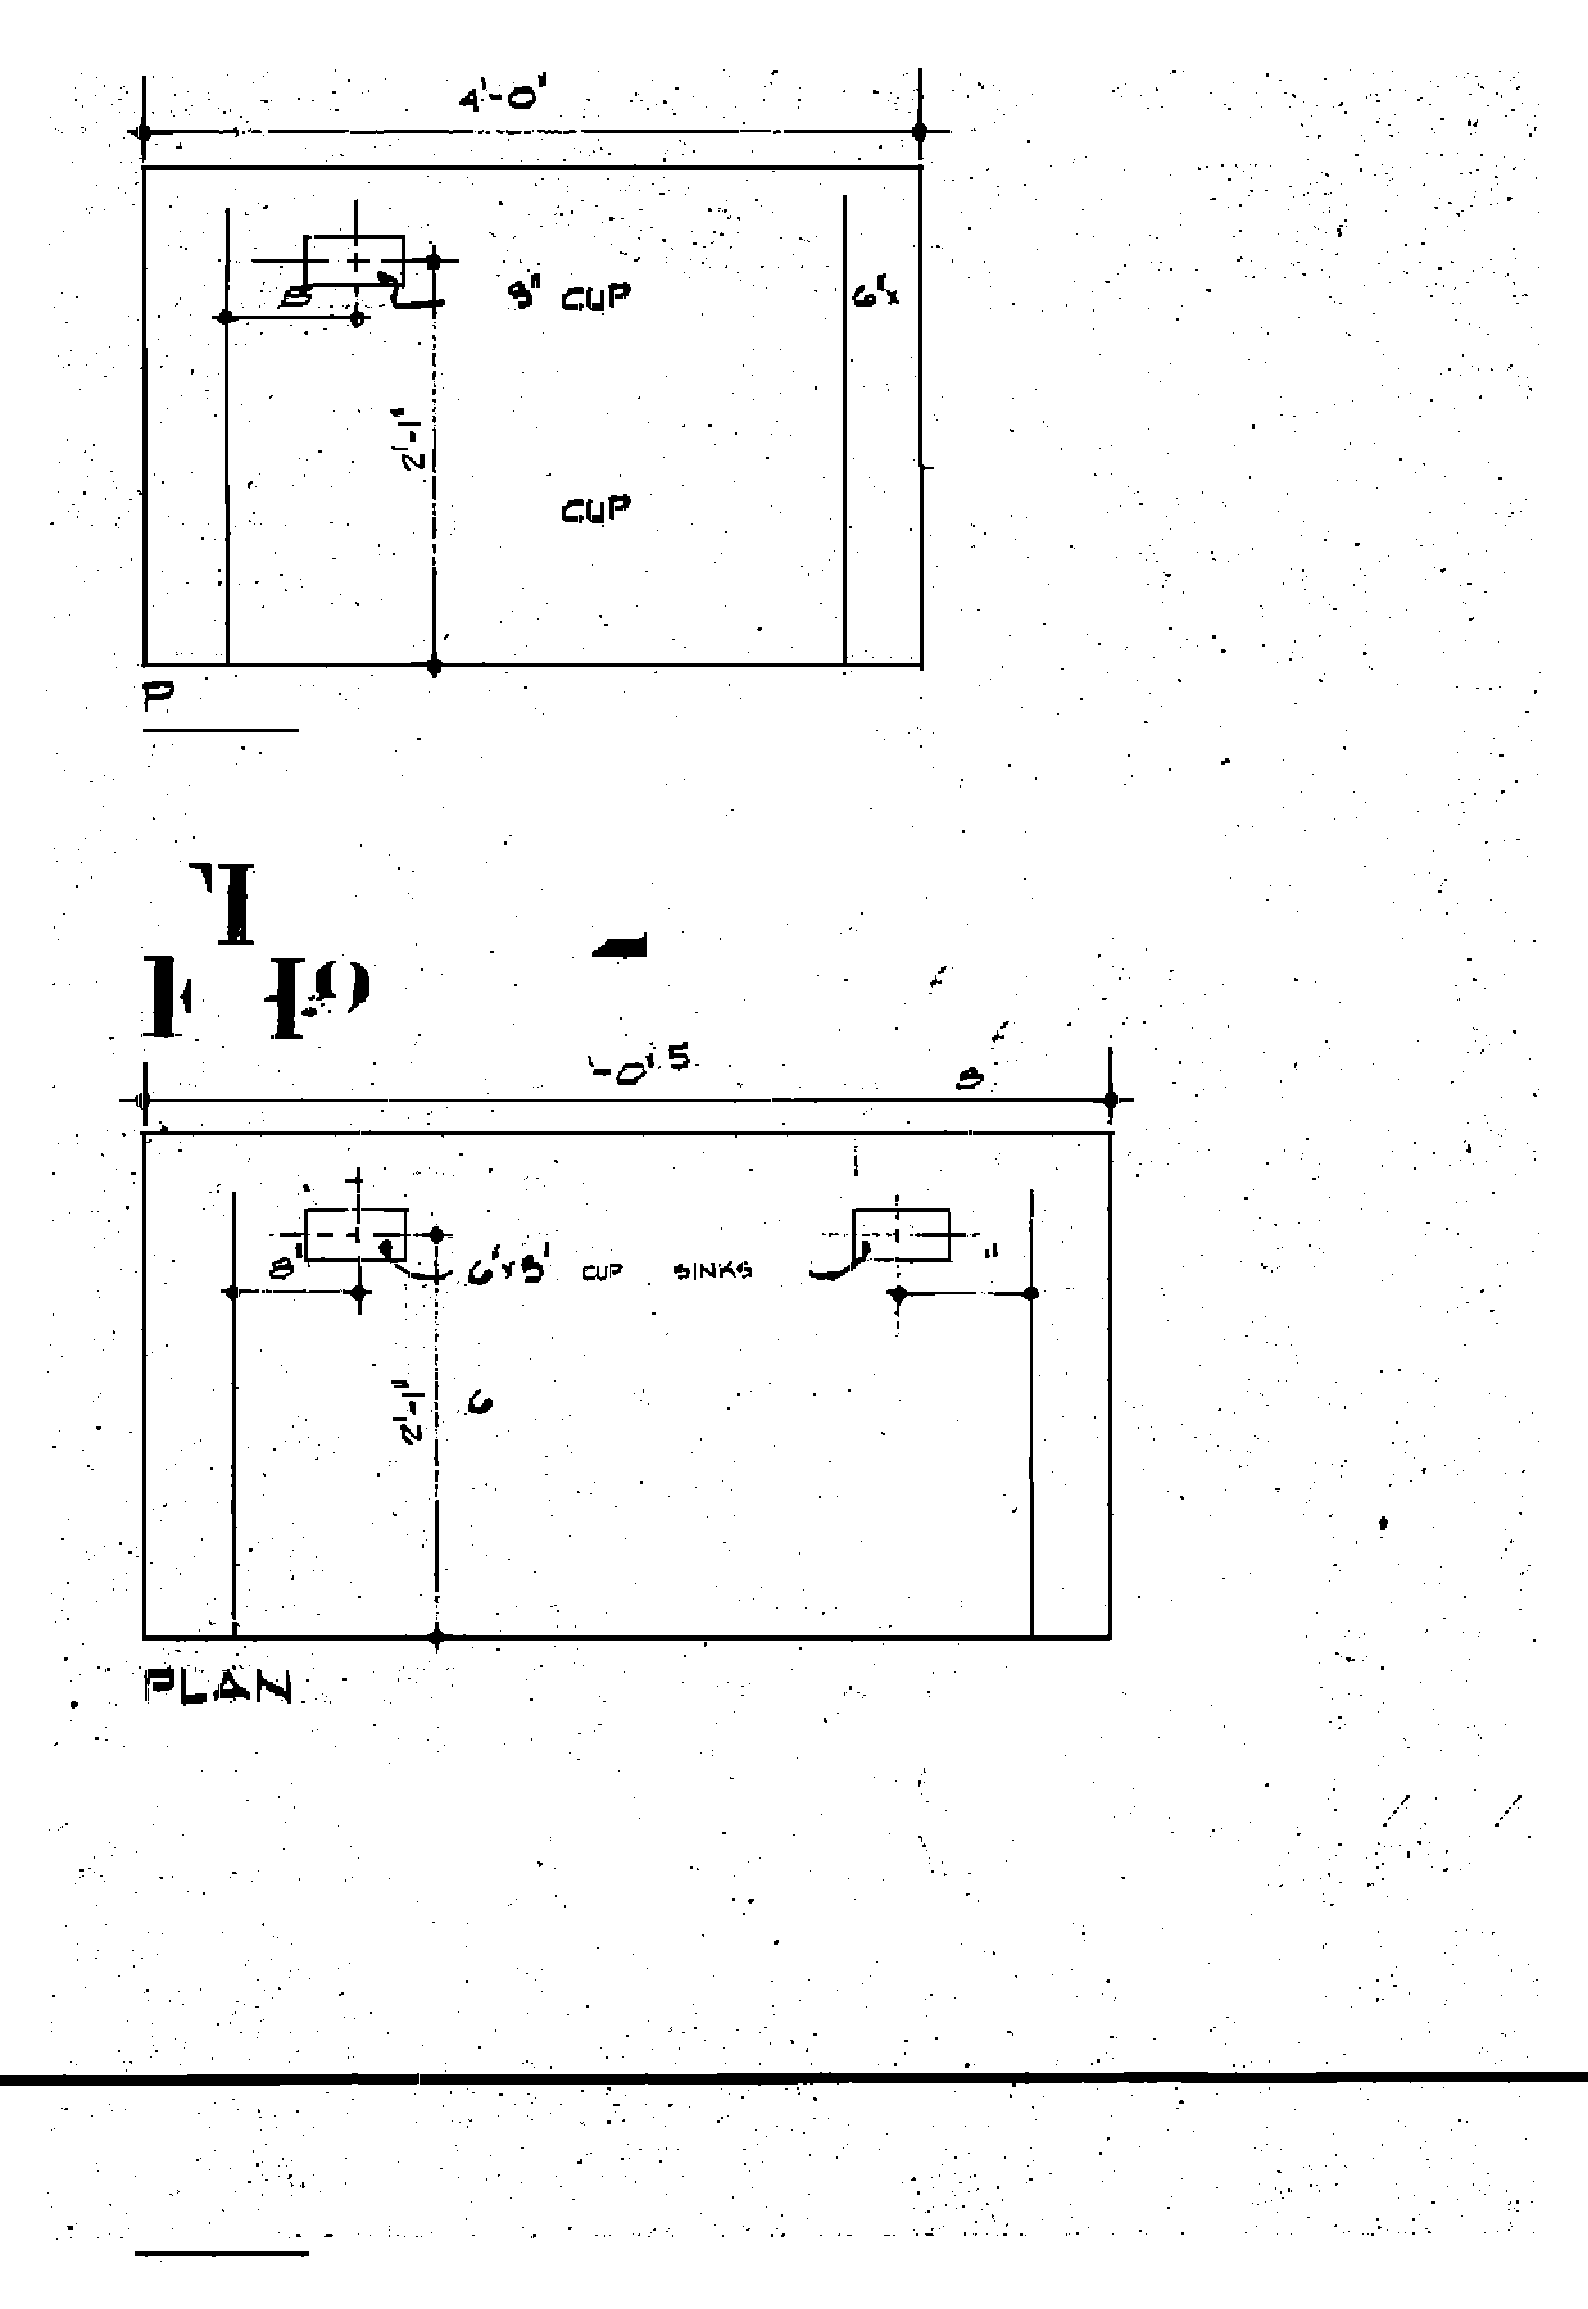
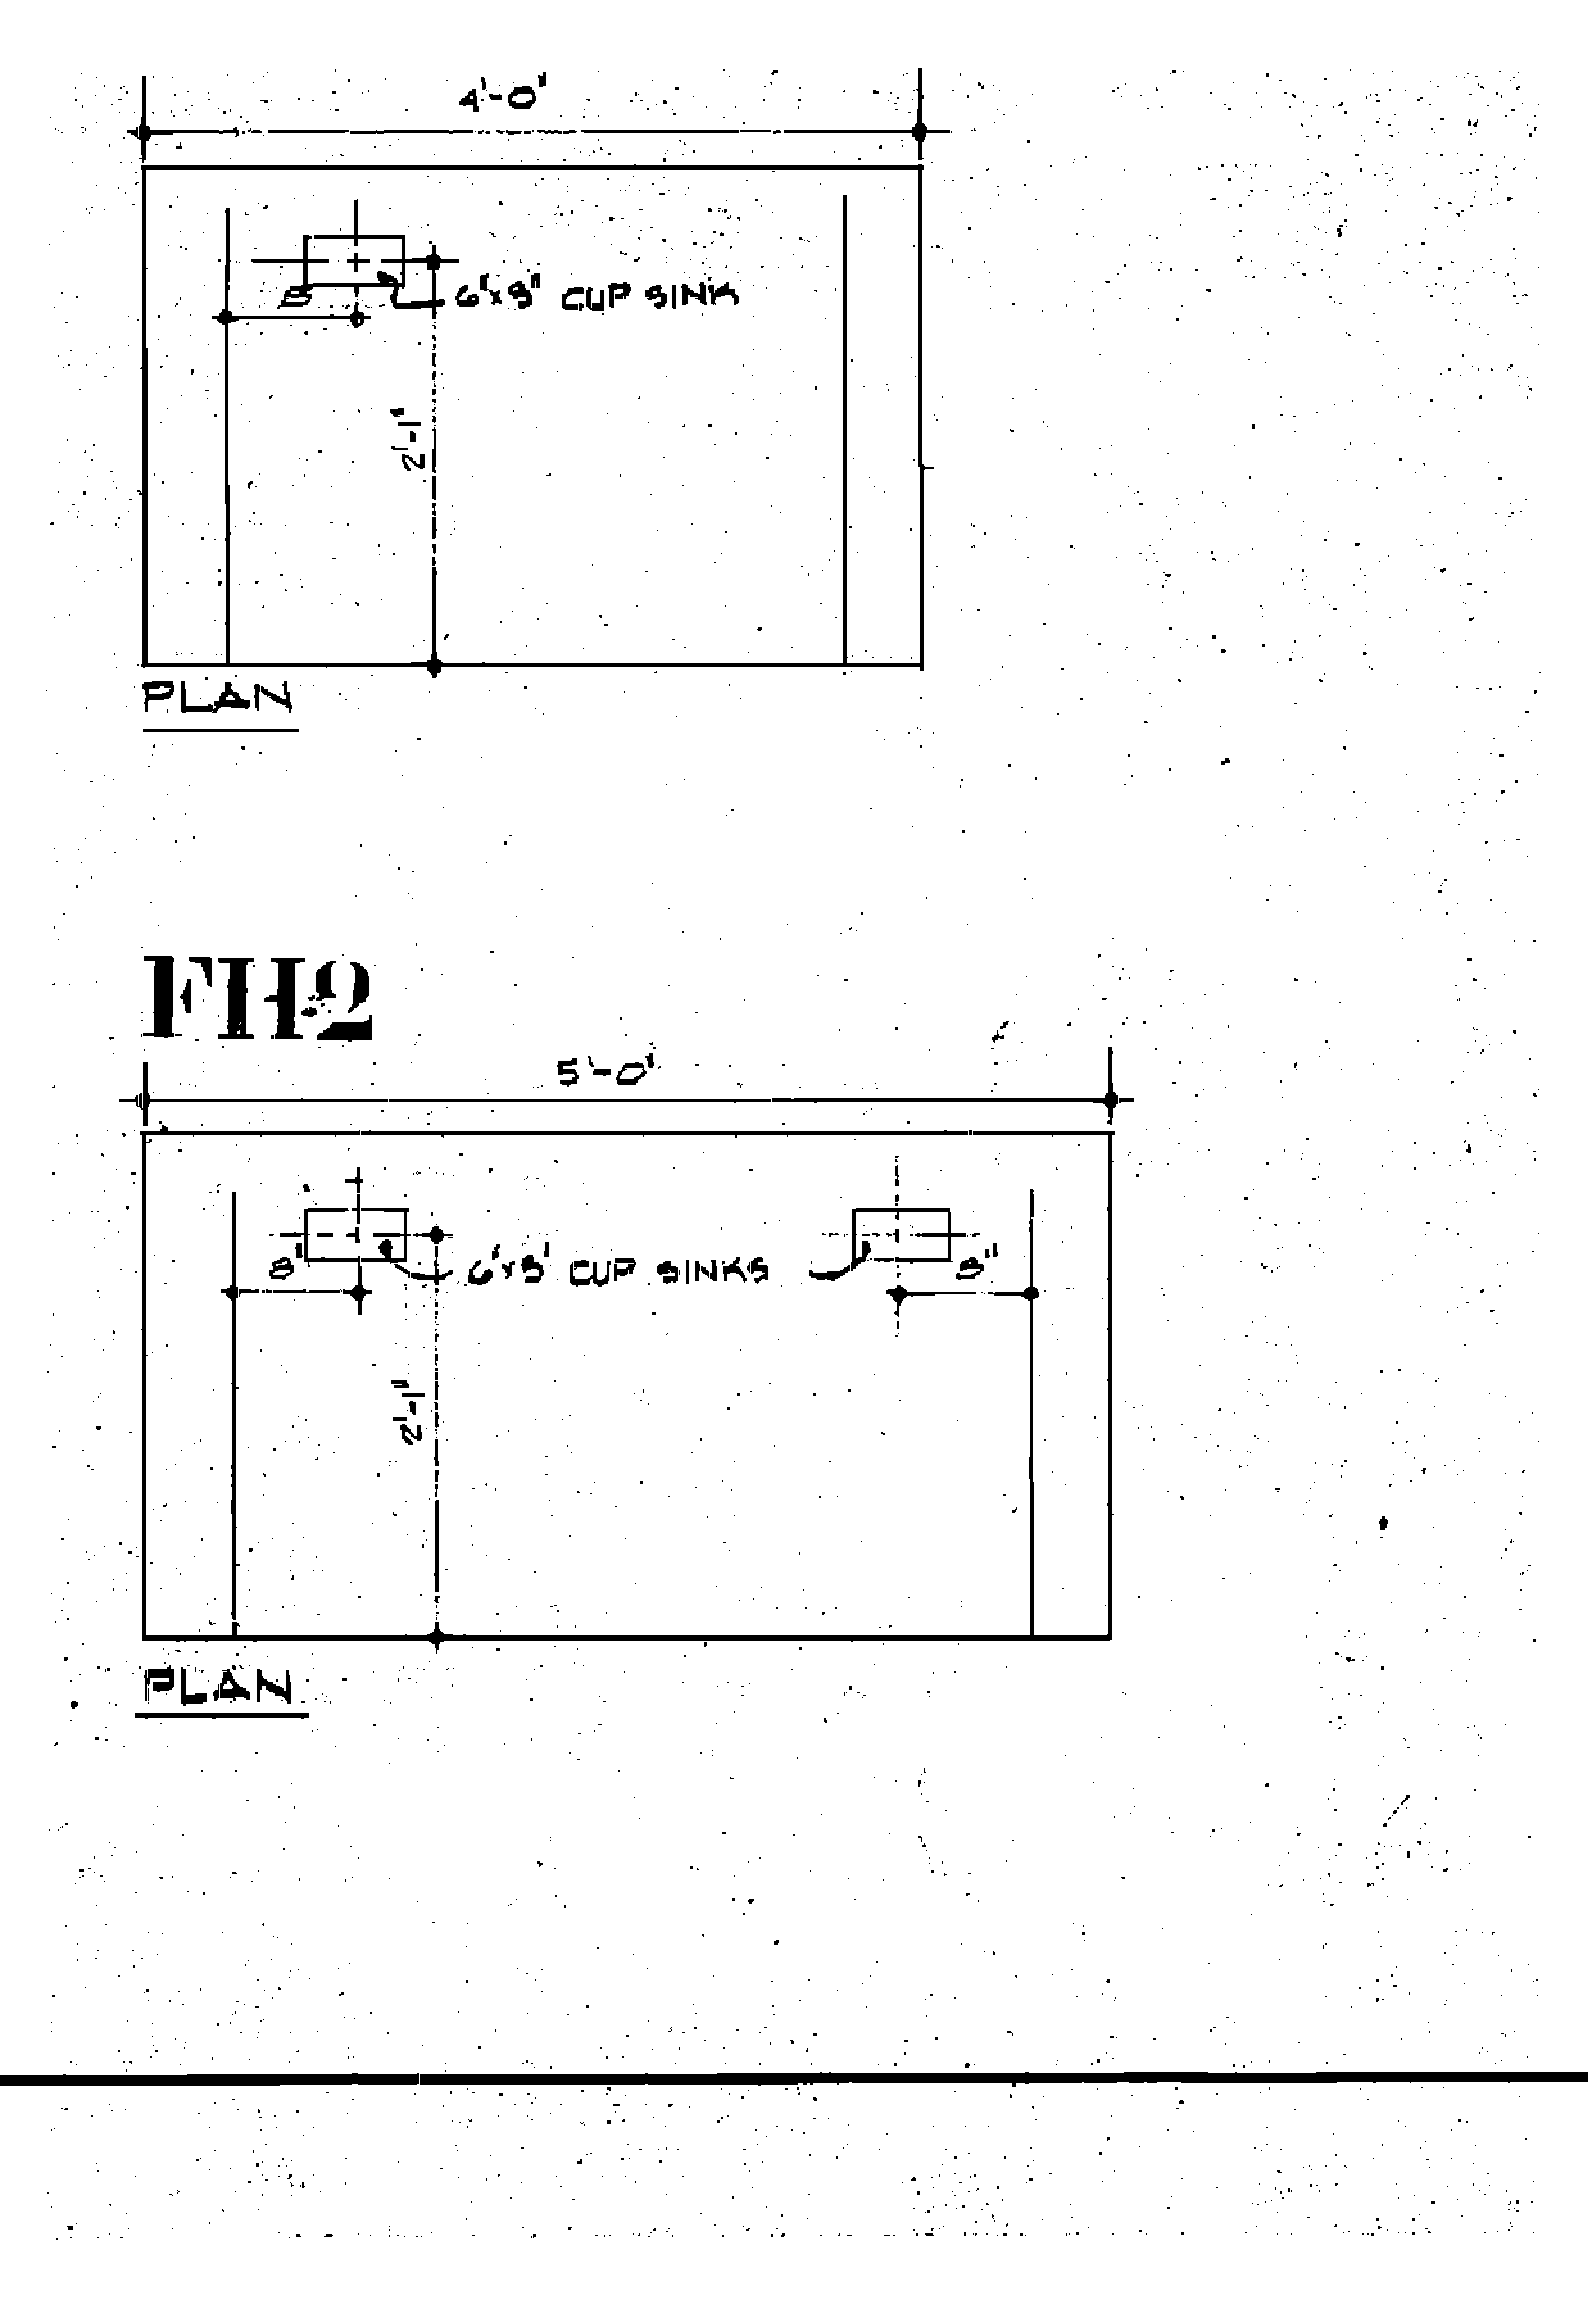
part at (875, 289) position: (875, 289) -> (478, 289)
part at (691, 290): none -> present
part at (596, 510): present -> none
part at (236, 696): none -> present
part at (228, 903) position: (228, 903) -> (228, 997)
part at (619, 947) position: (619, 947) -> (344, 1030)
part at (940, 979): present -> none
part at (678, 1056) position: (678, 1056) -> (567, 1072)
part at (969, 1078) position: (969, 1078) -> (969, 1268)
part at (855, 1160) position: (855, 1160) -> (896, 1170)
part at (712, 1270) size: 78x19 px -> 111x27 px
part at (602, 1272) size: 40x17 px -> 66x29 px
part at (474, 1401): present -> none
part at (1508, 1810): present -> none
part at (221, 2256) position: (221, 2256) -> (221, 1718)
